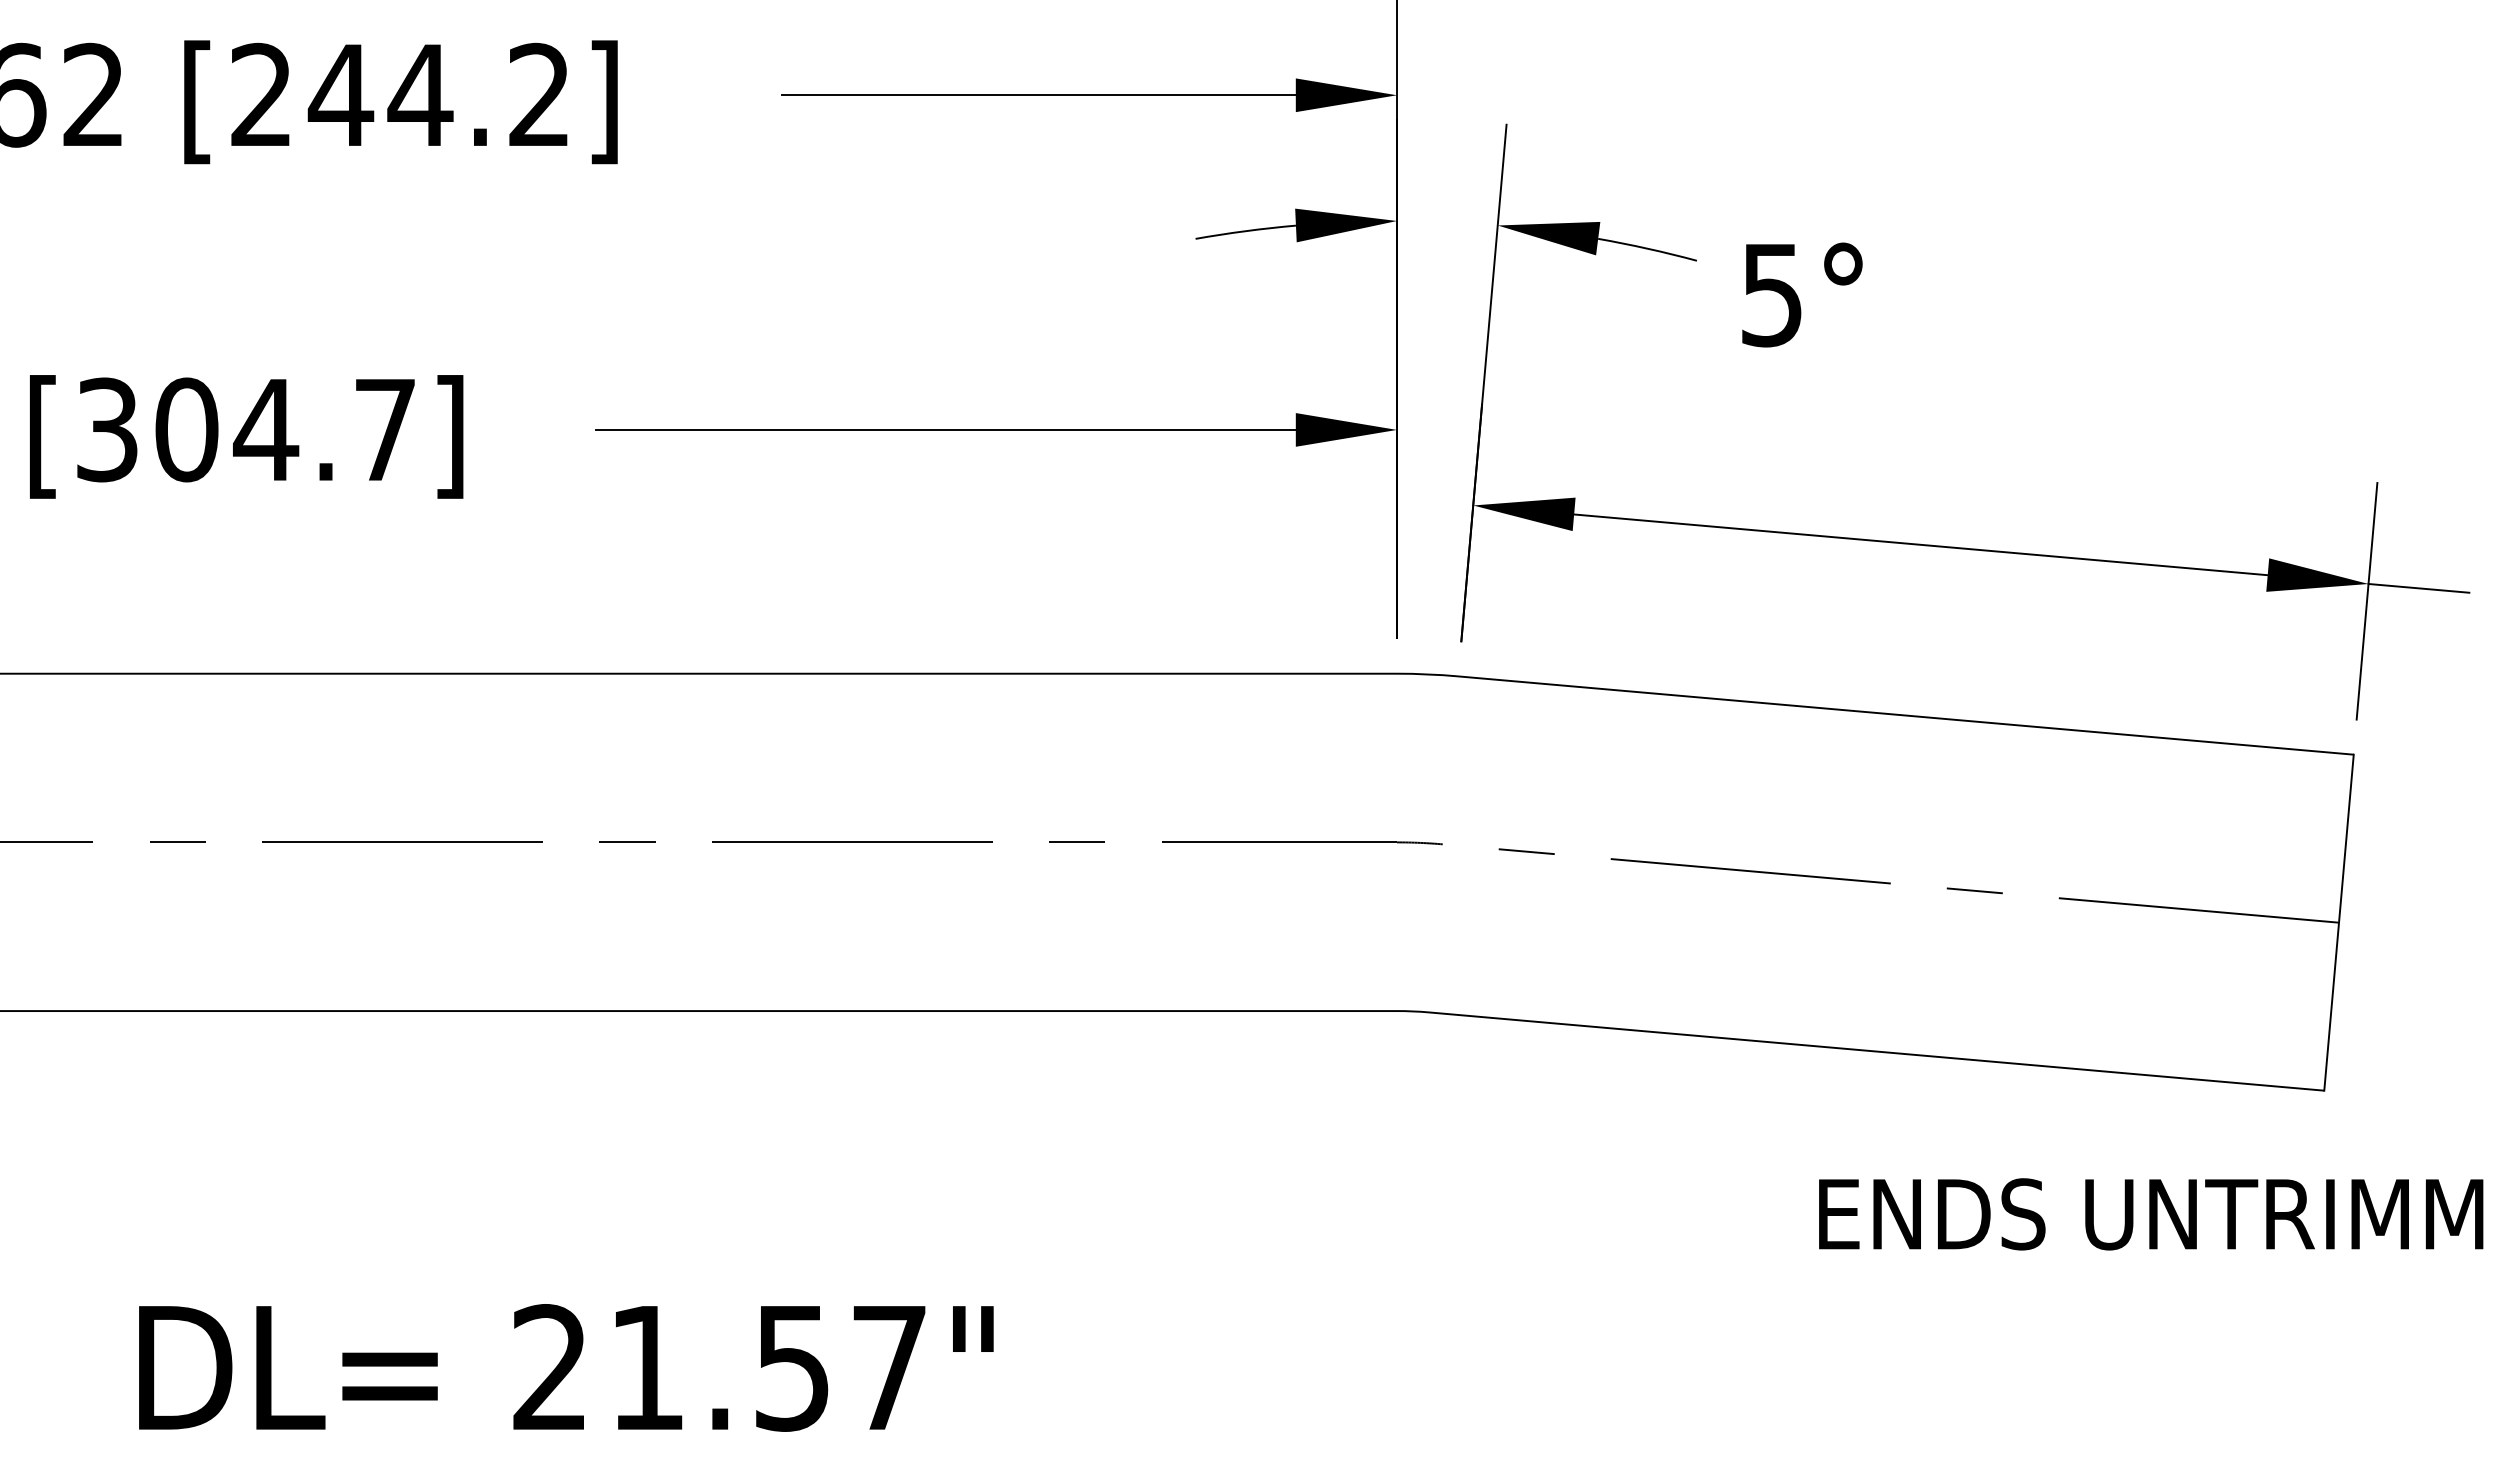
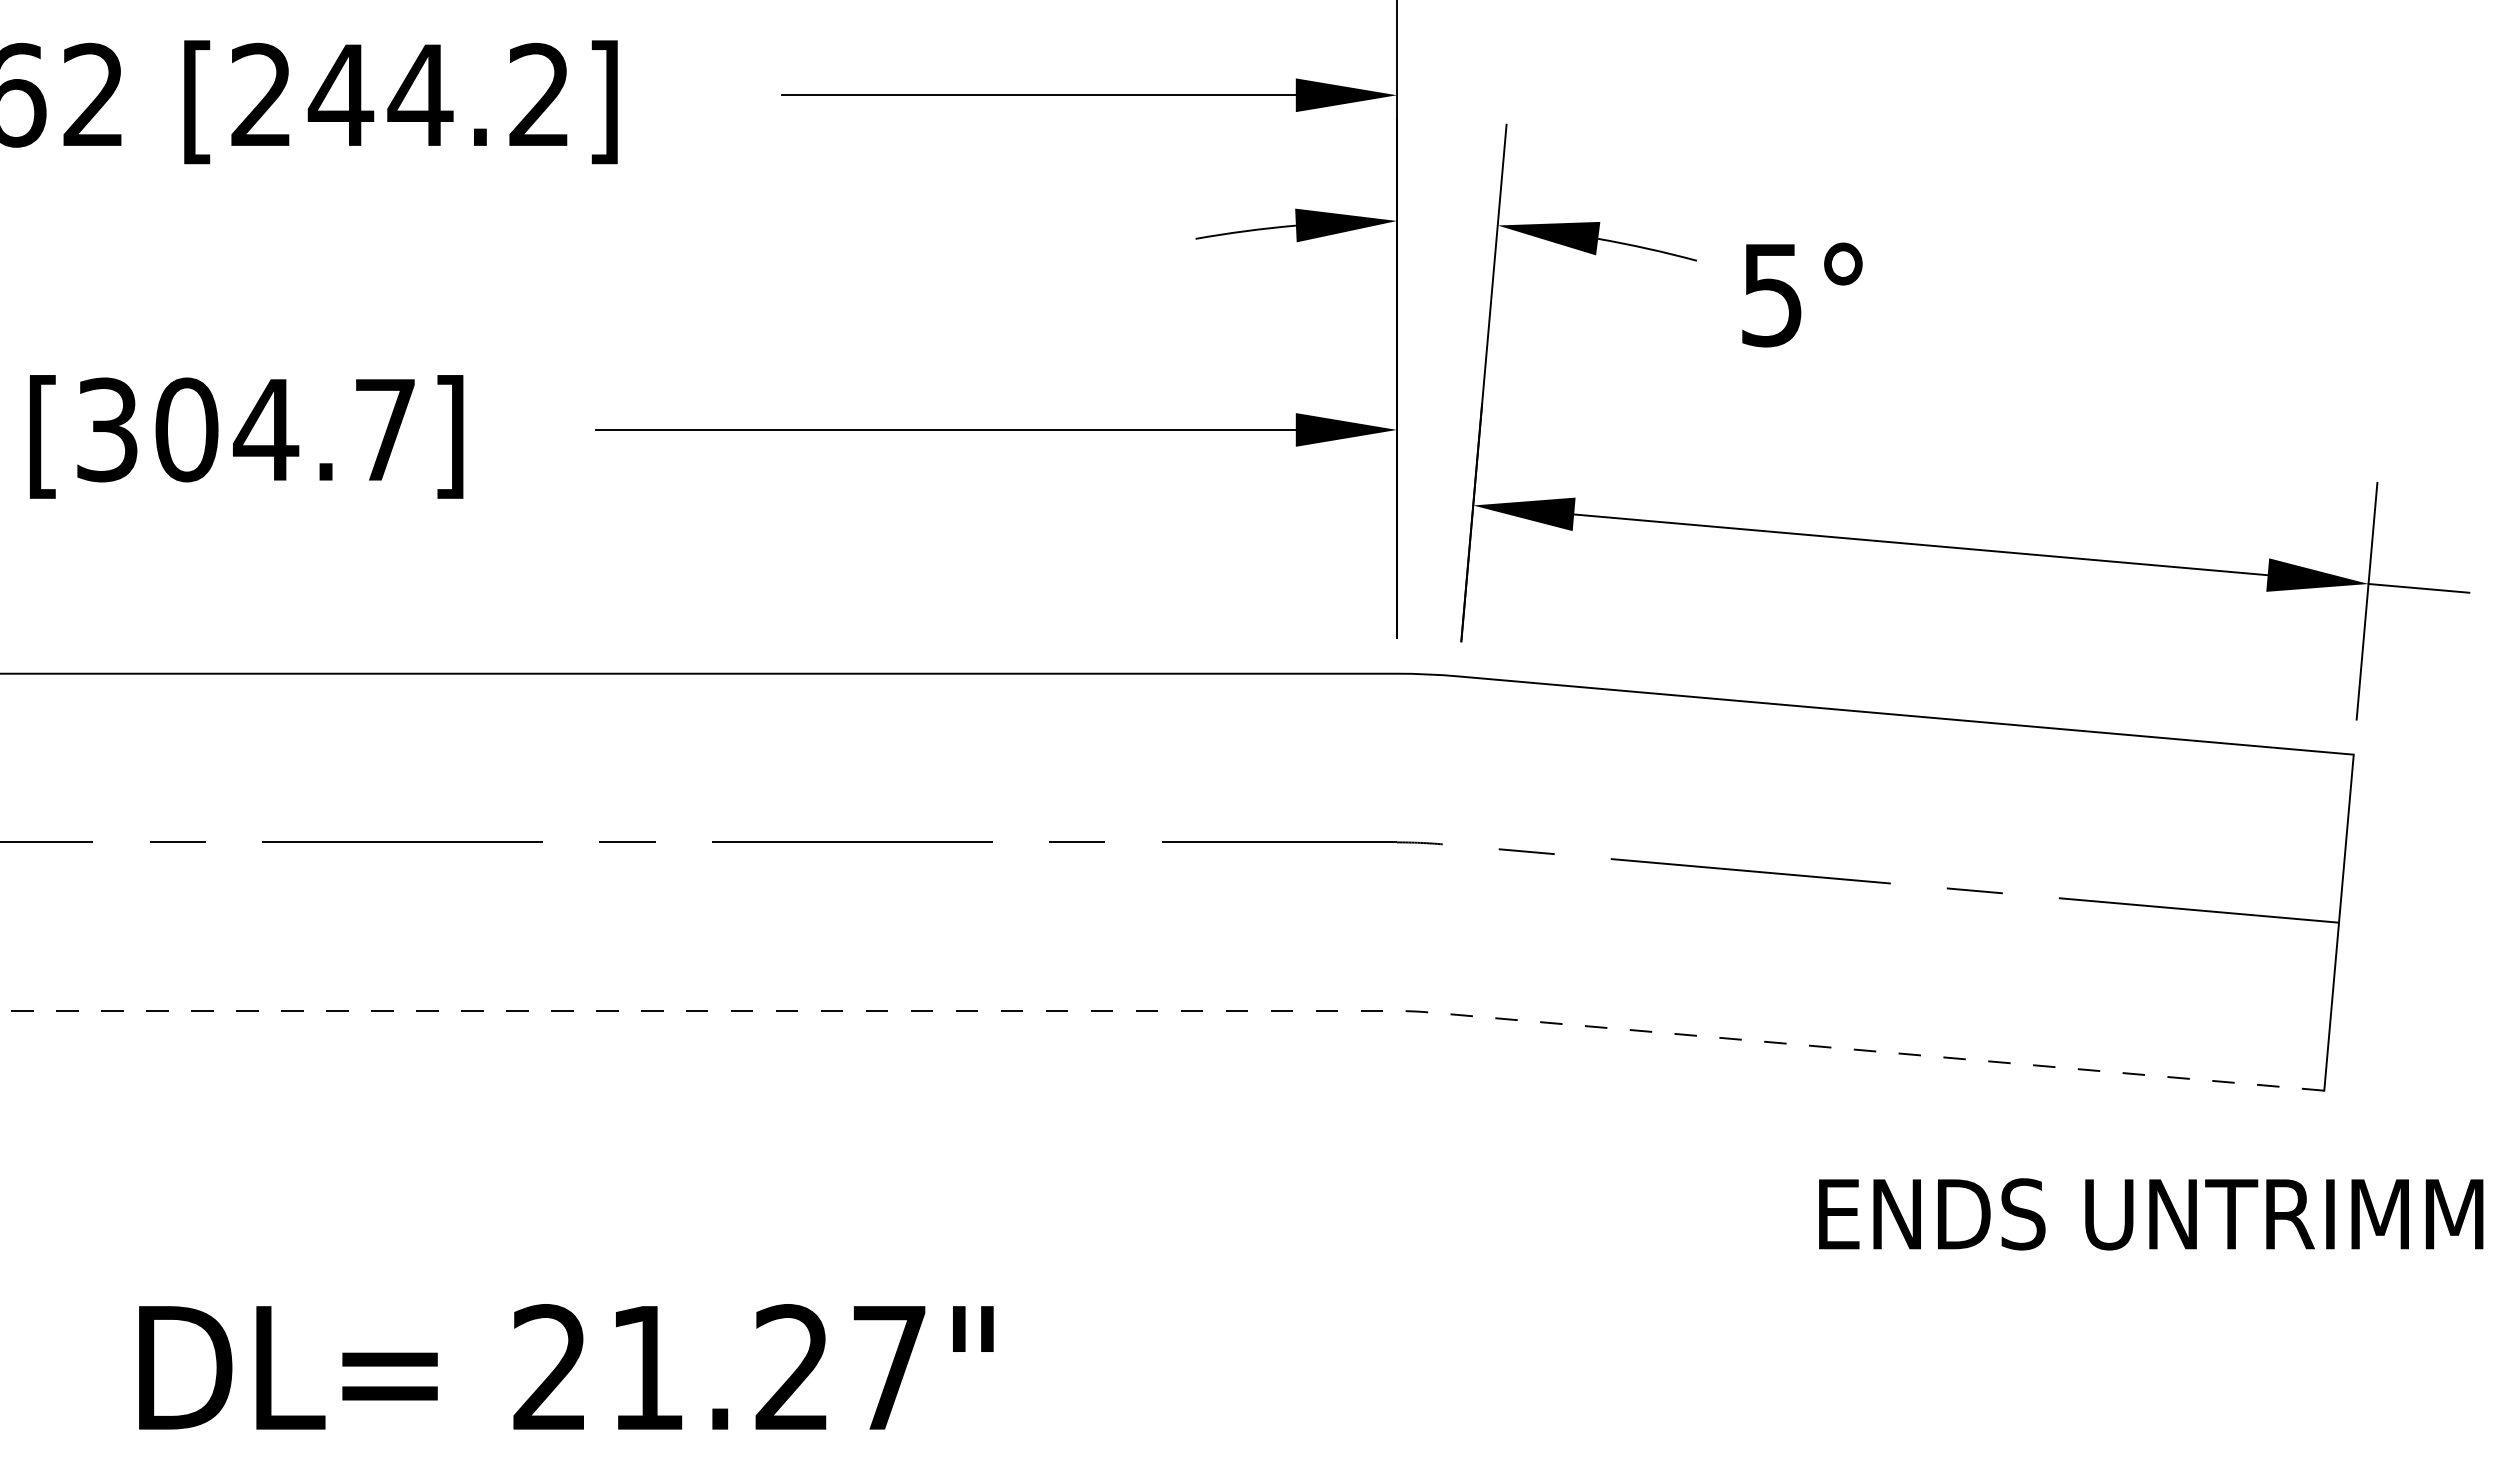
line at (1166, 1011): solid -> dashed
text at (791, 1367): 21.57" -> 21.27"
